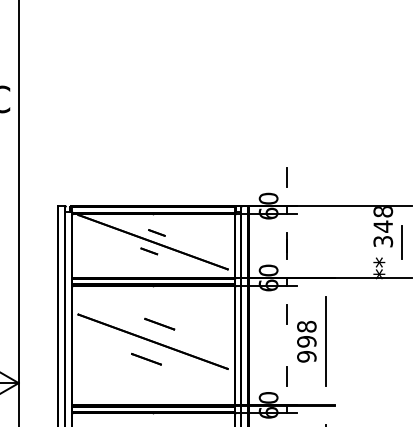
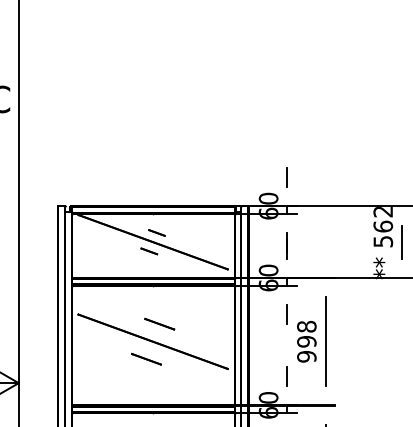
text at (383, 226): 348 -> 562
